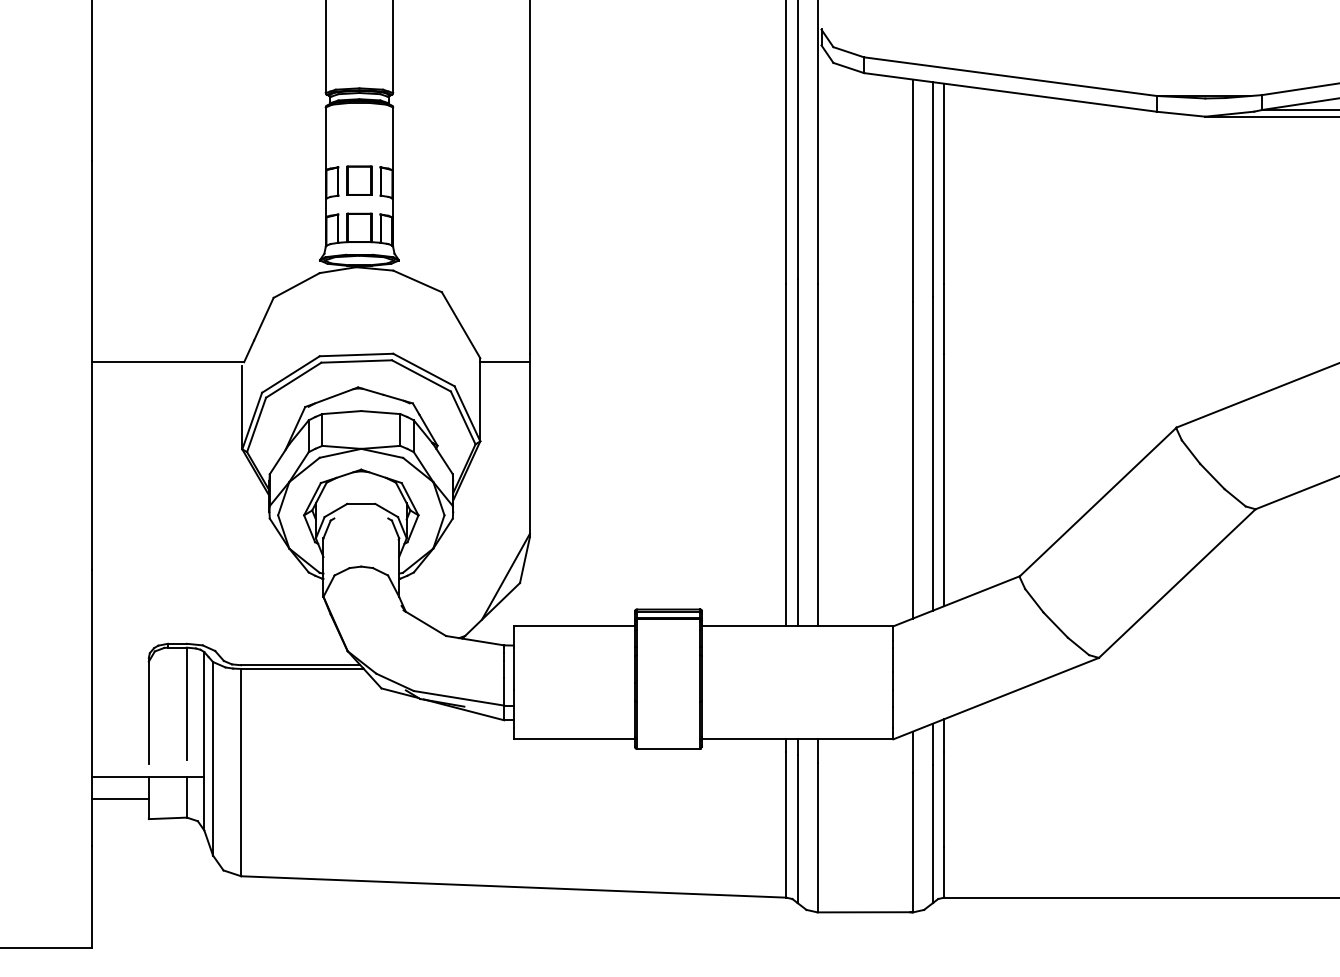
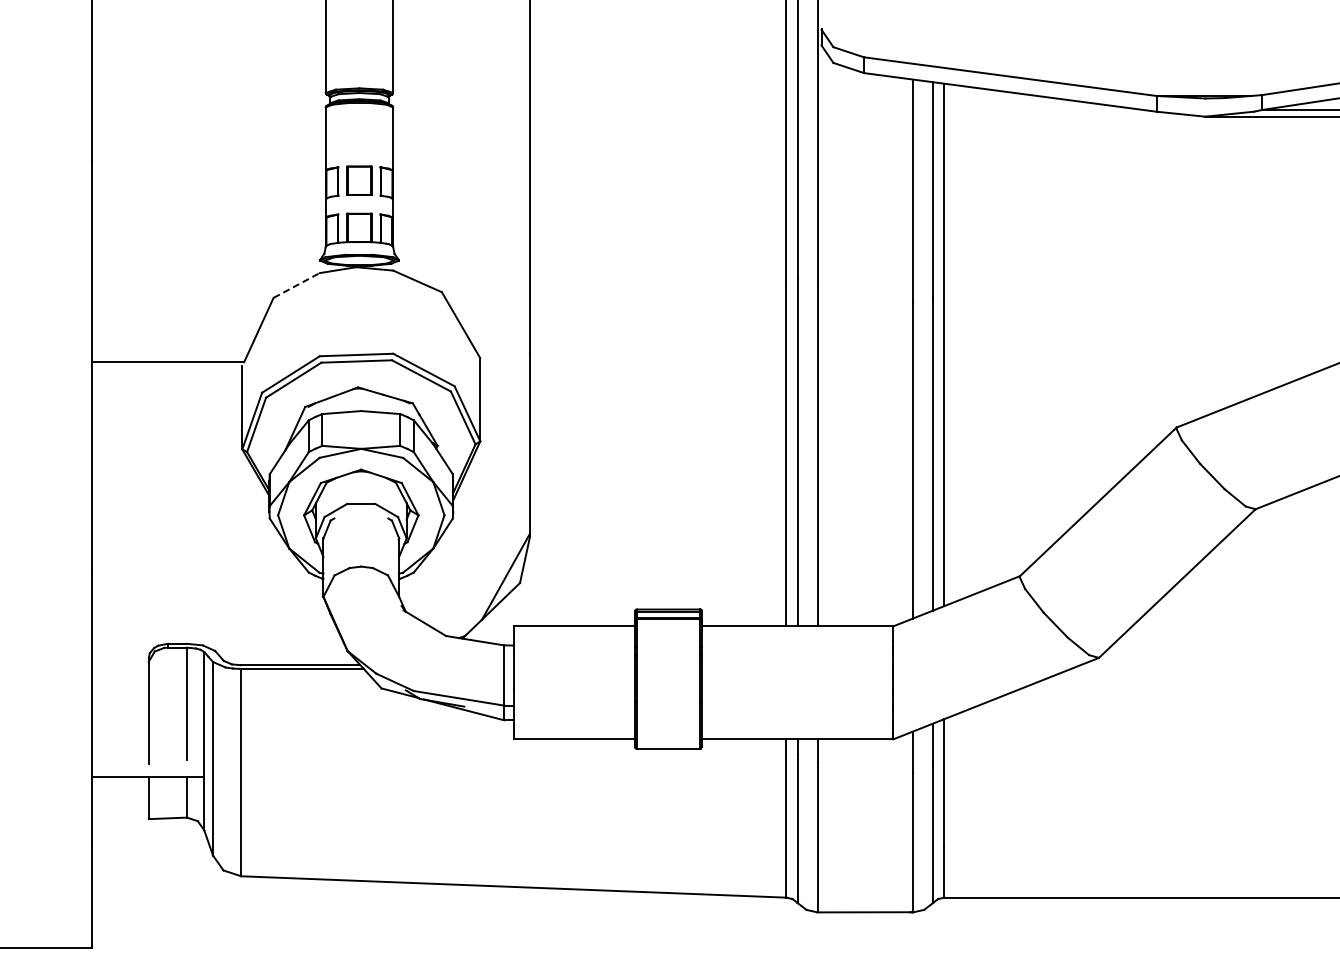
line at (297, 285): solid -> dashed
line at (504, 362): present -> none
line at (120, 798): present -> none
